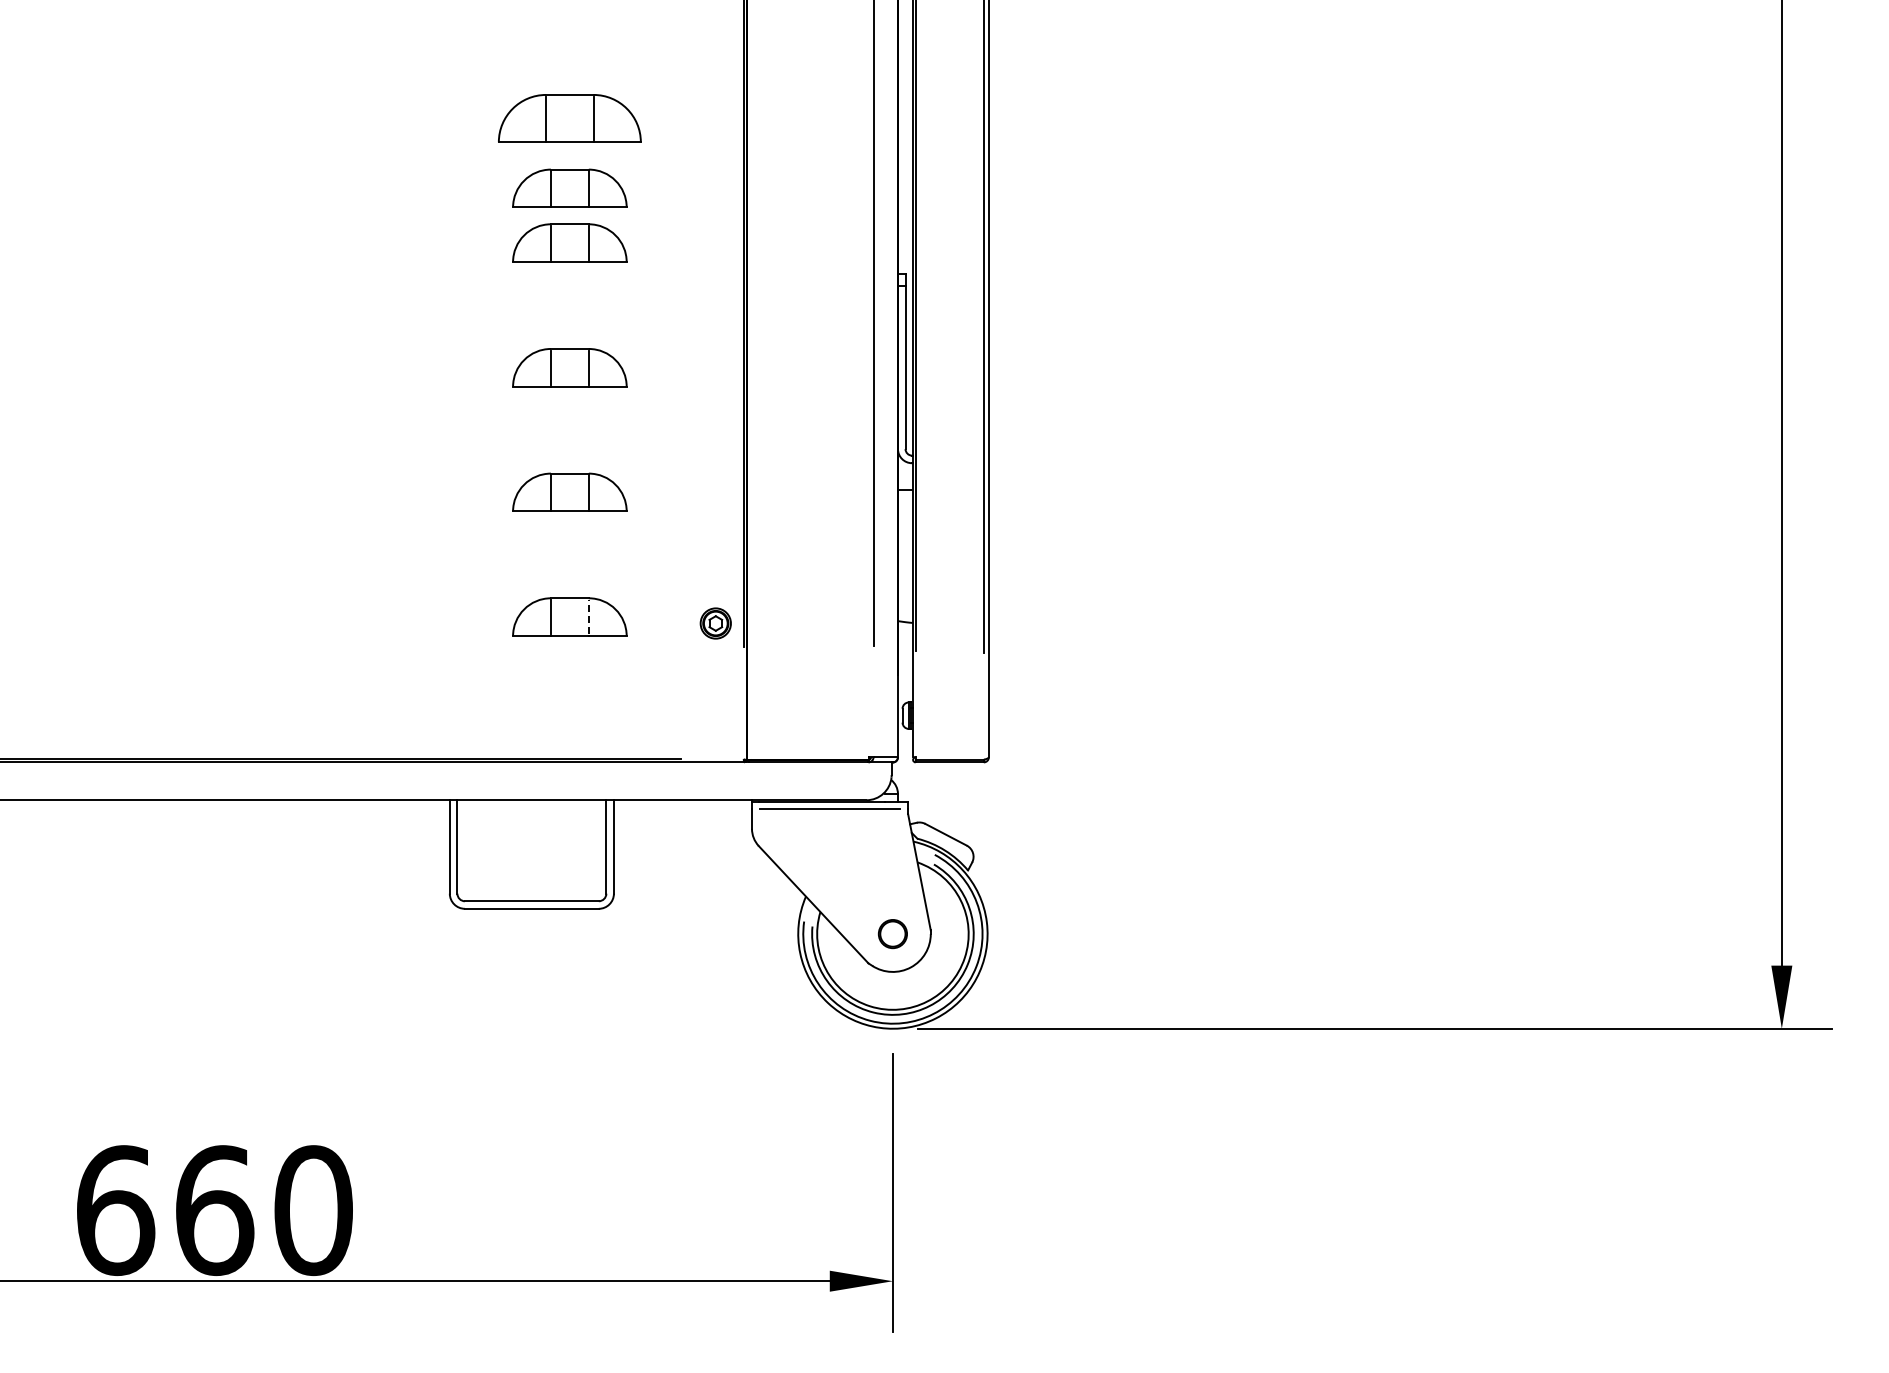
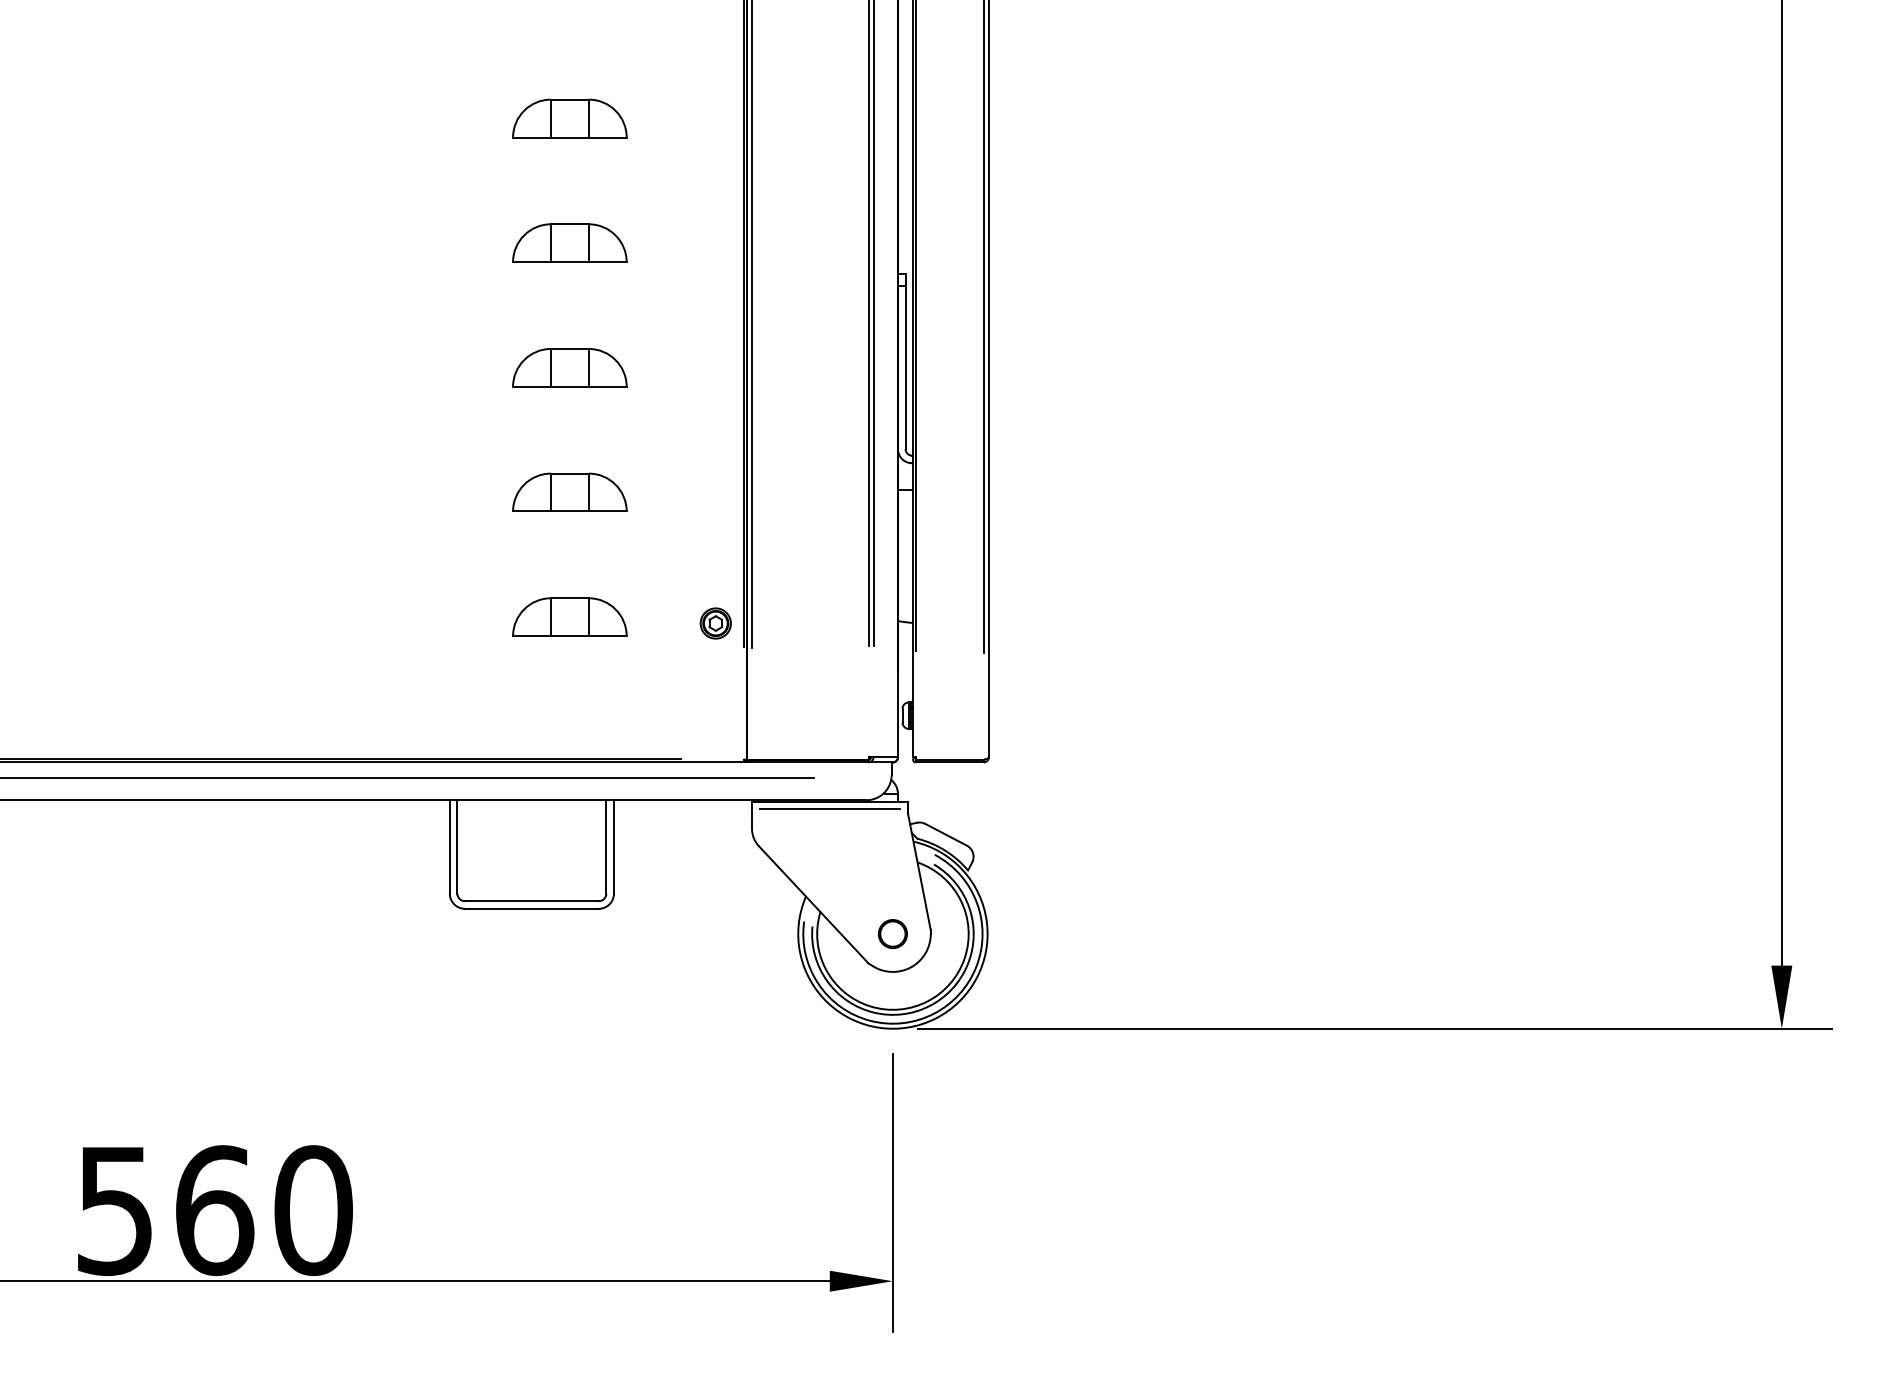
part at (569, 118) size: 144x49 px -> 116x41 px
part at (569, 187): present -> none
line at (868, 323): none -> present
line at (751, 324): none -> present
line at (588, 616): dashed -> solid
line at (407, 777): none -> present
text at (116, 1210): 660 -> 560
